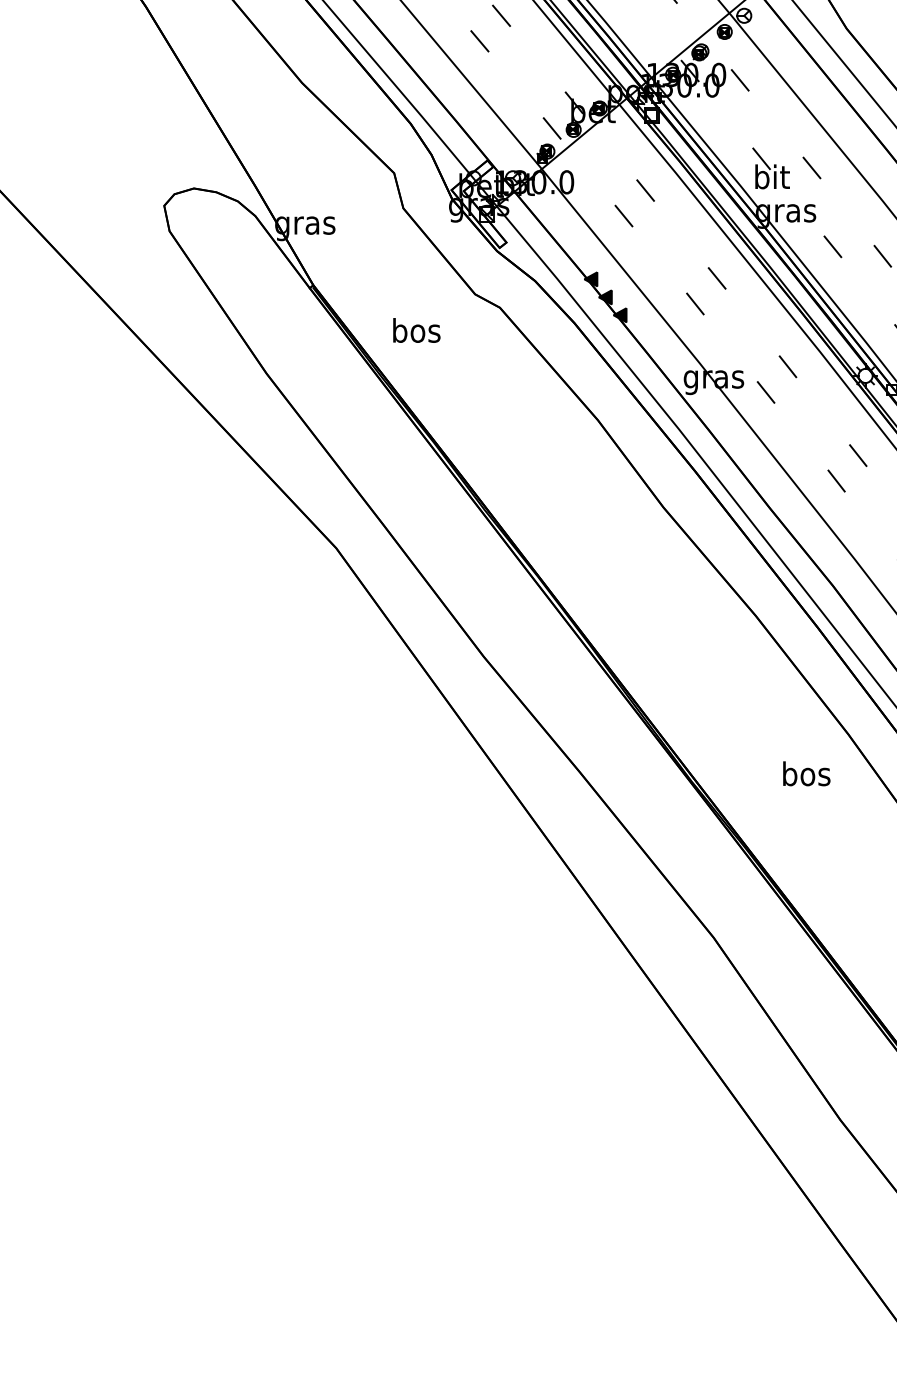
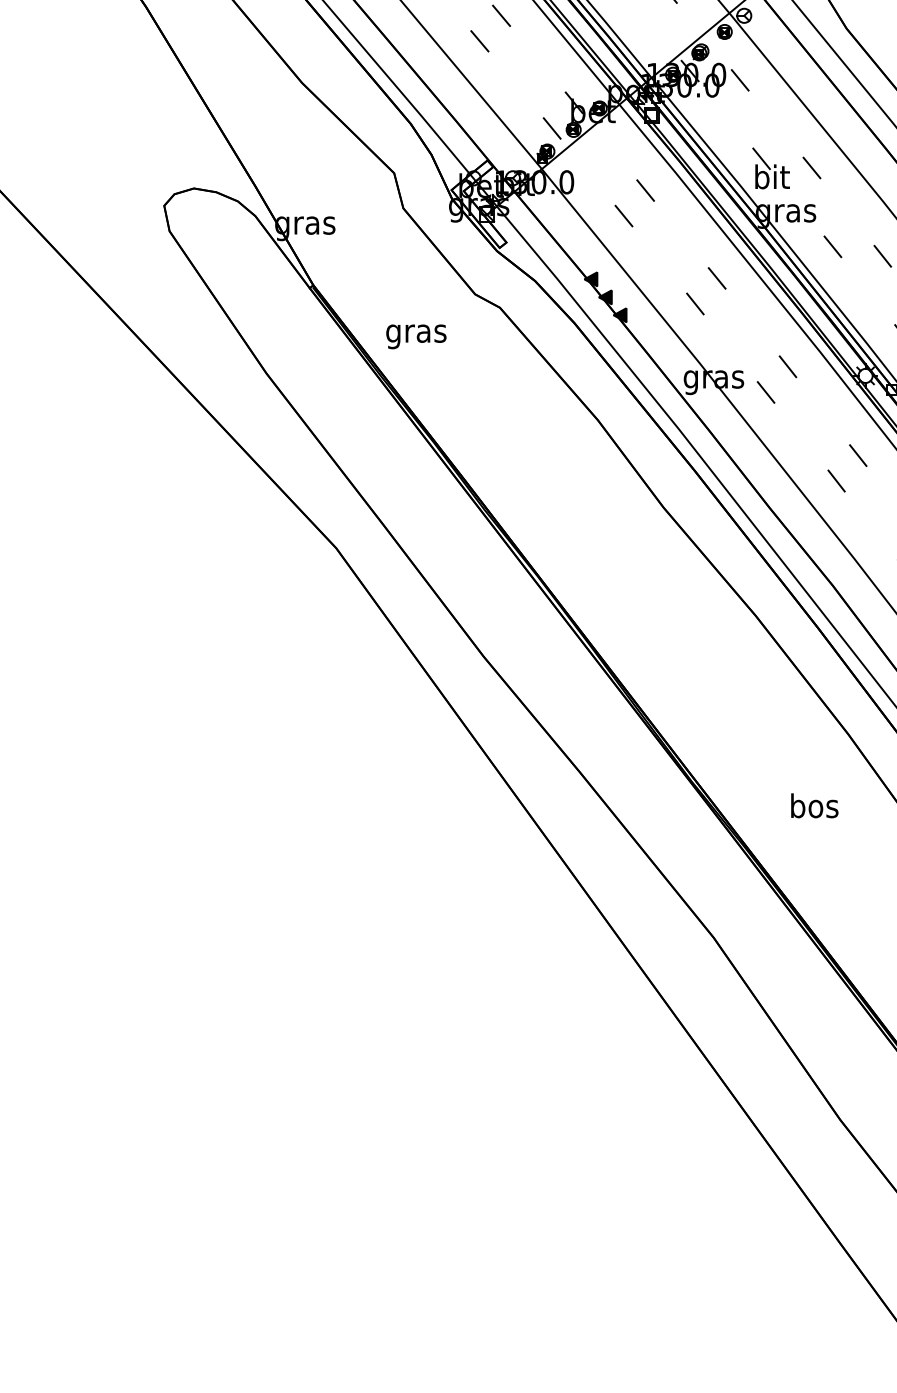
text at (416, 333): bos -> gras
text at (806, 773) position: (806, 773) -> (814, 805)
